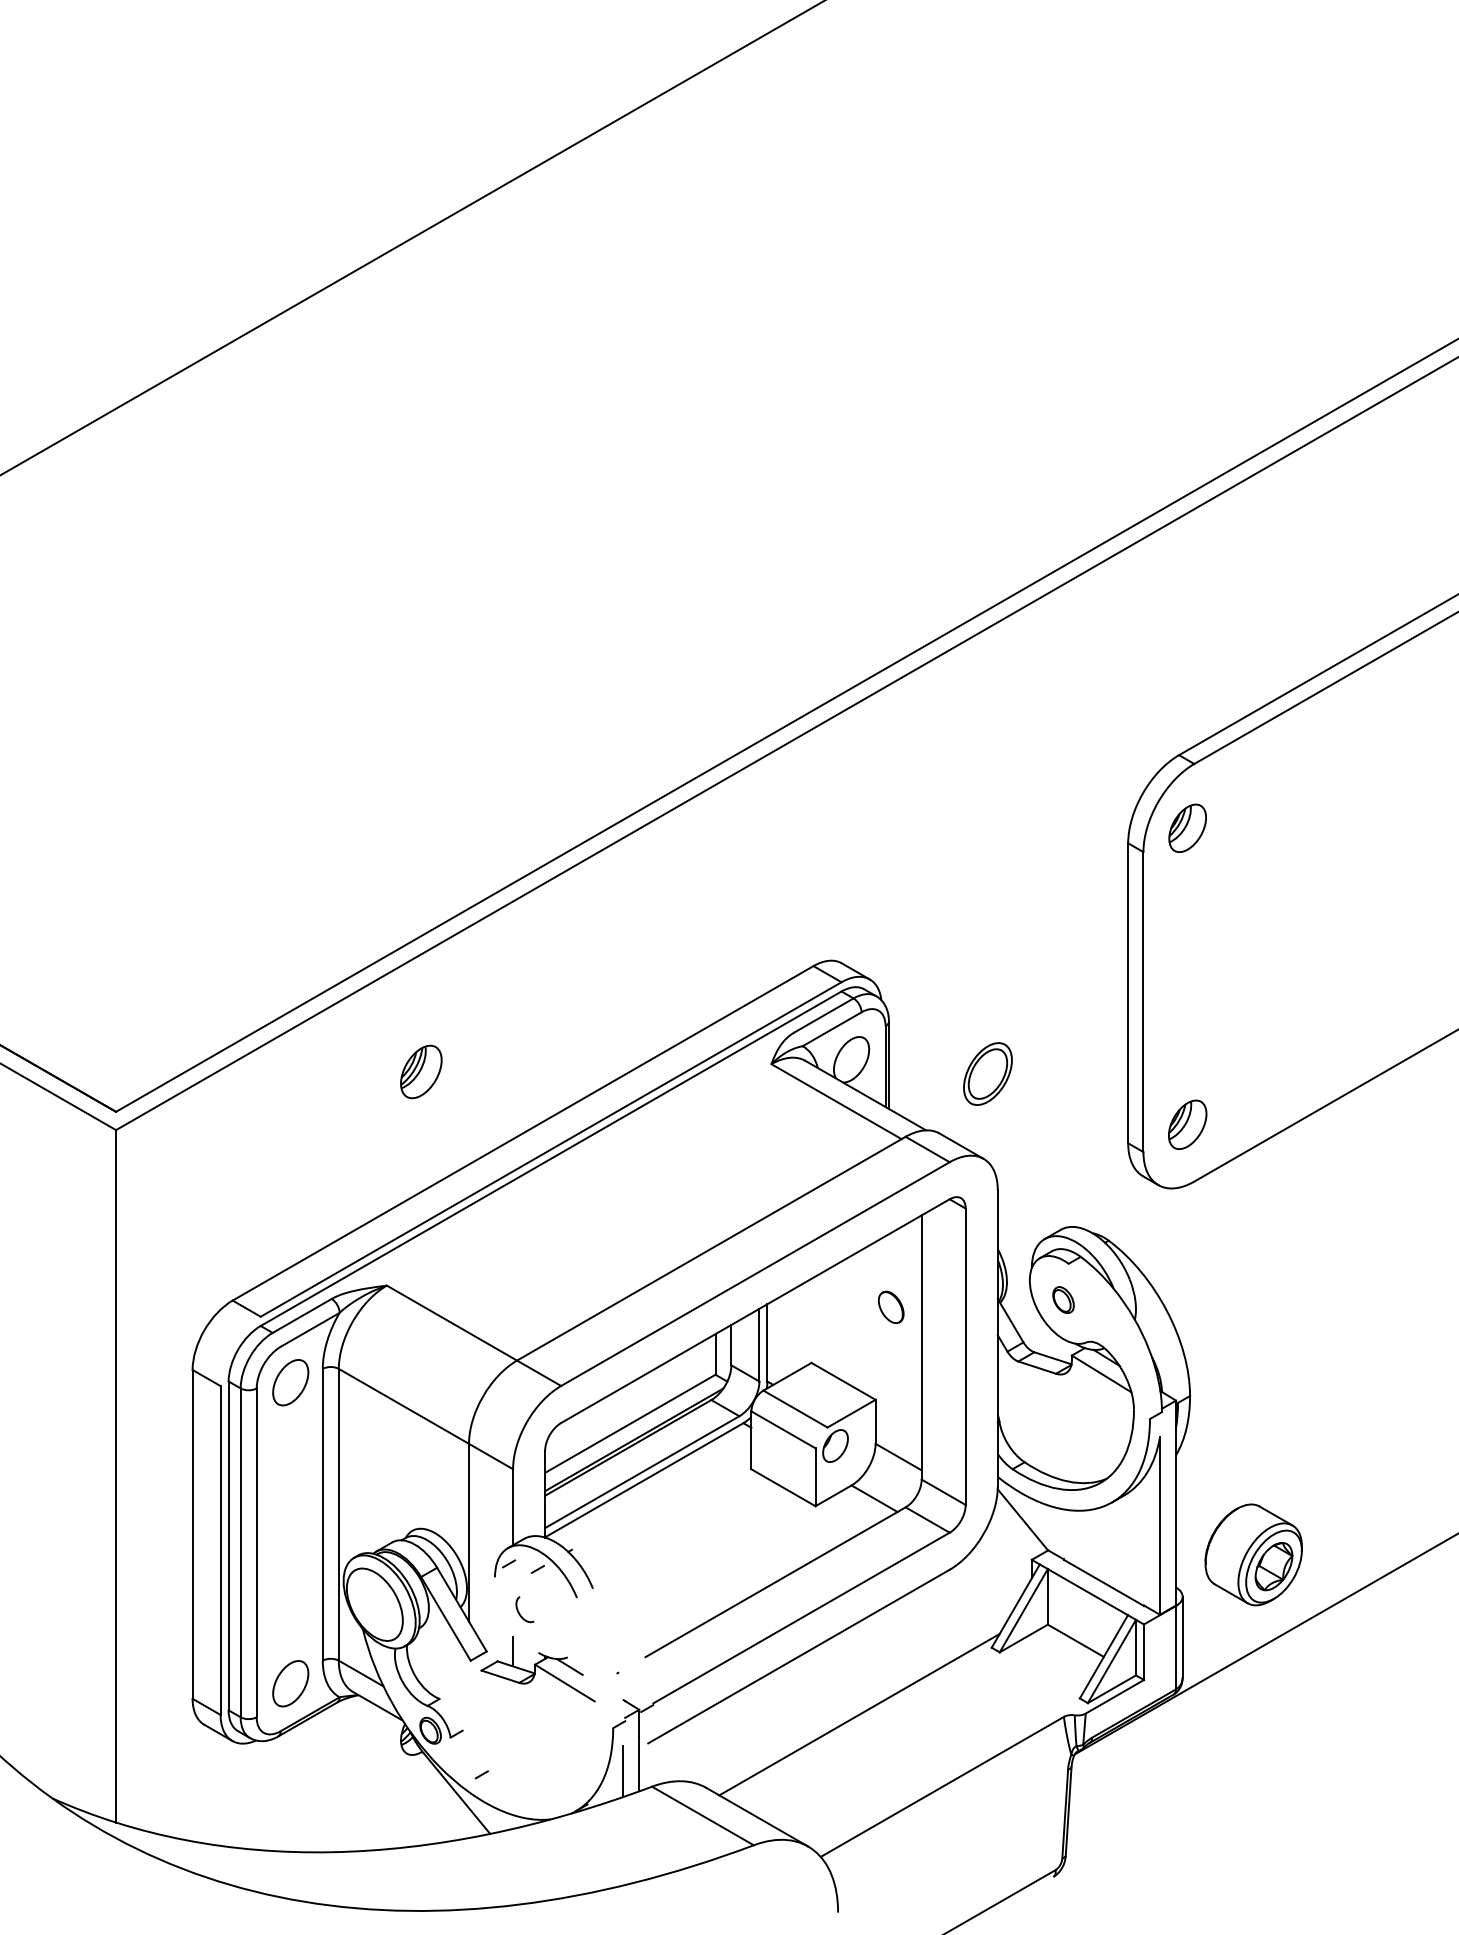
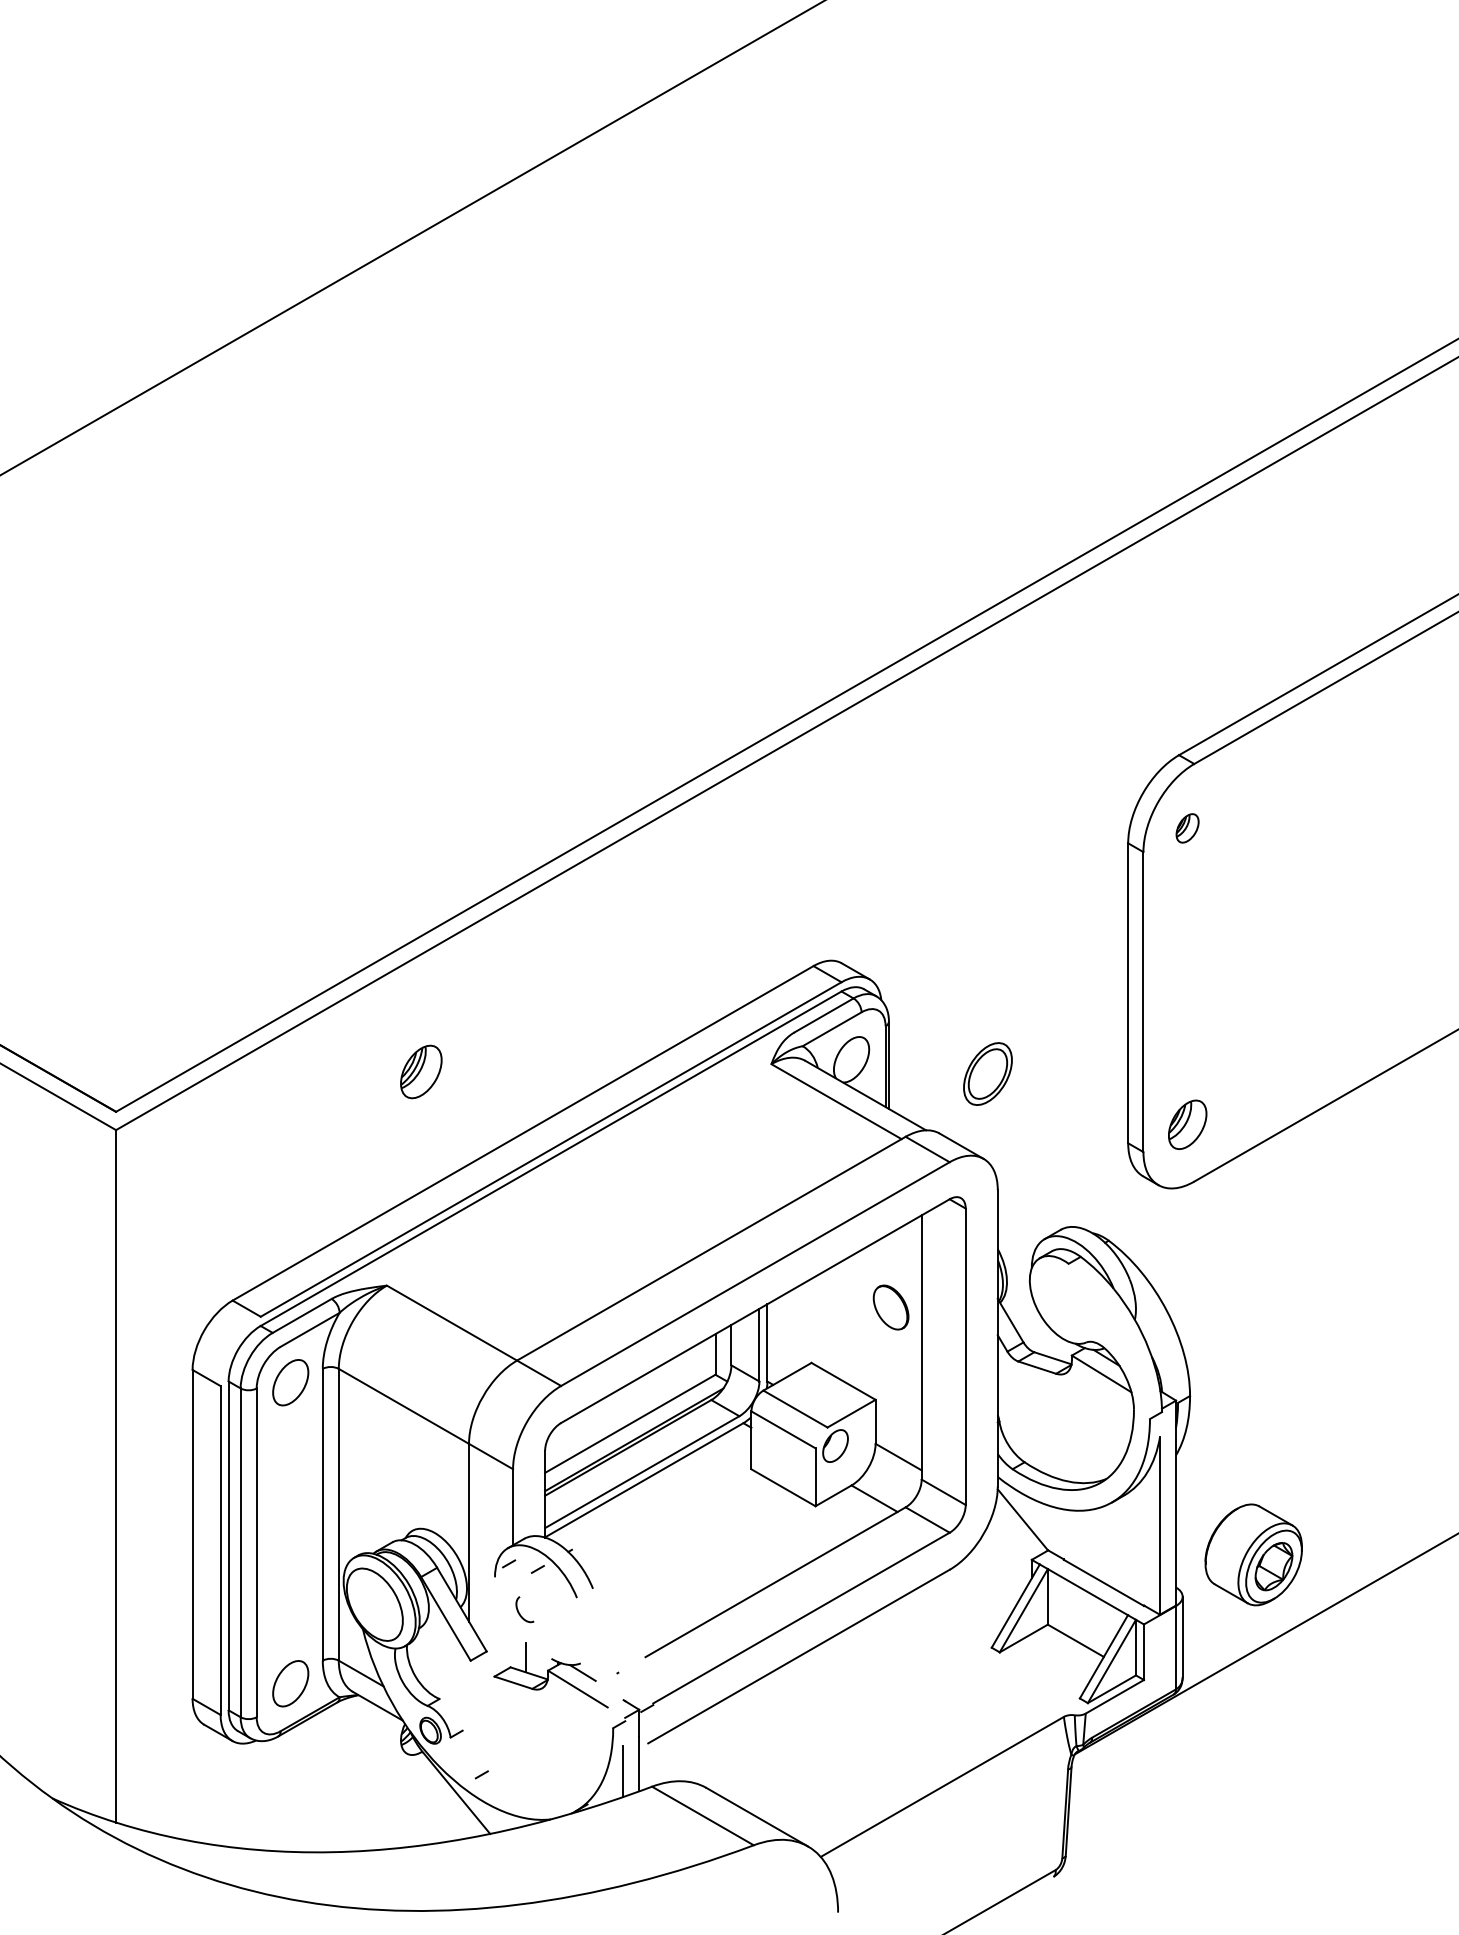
part at (1187, 828) size: 39x51 px -> 25x31 px
part at (1063, 1299): present -> none
part at (891, 1306) size: 27x34 px -> 38x47 px
part at (537, 1669) position: (537, 1669) -> (550, 1675)
line at (859, 1714): present -> none
